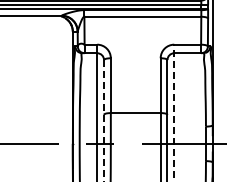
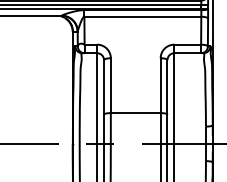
line at (174, 112): dashed -> solid
line at (104, 120): dashed -> solid
